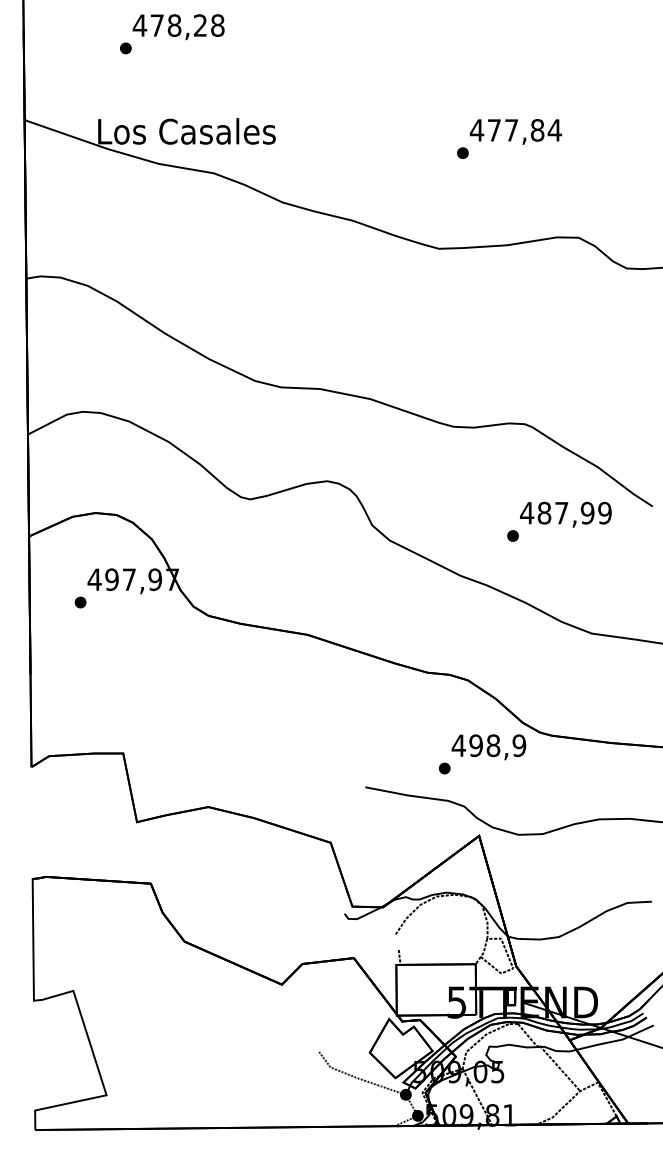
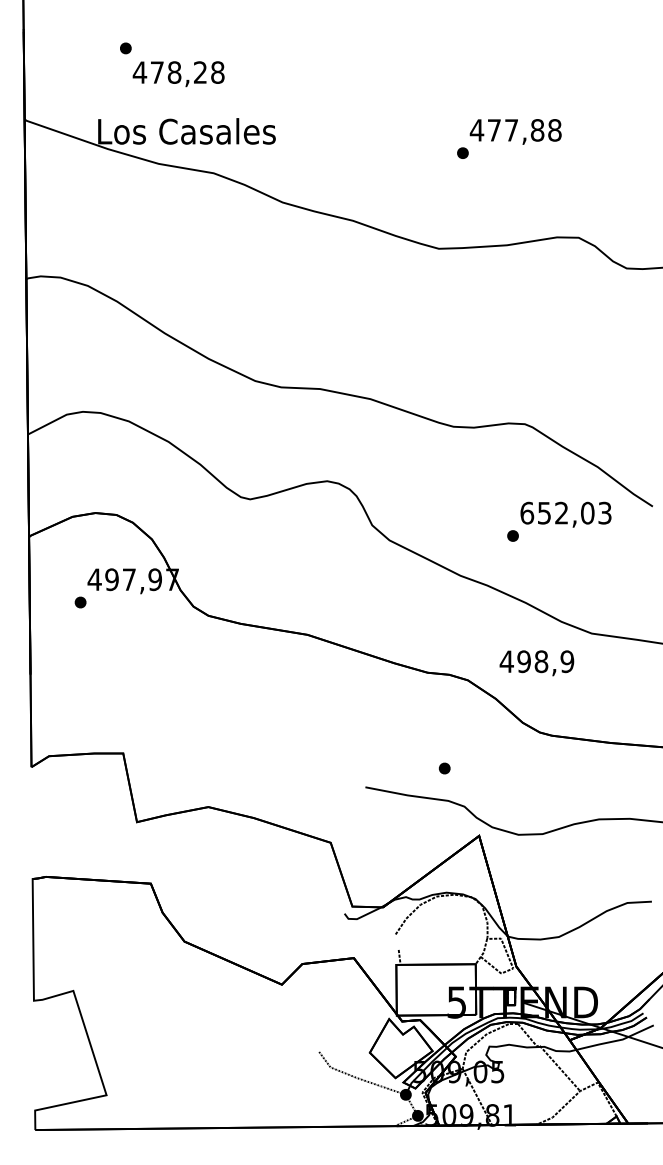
text at (178, 27) position: (178, 27) -> (178, 74)
text at (554, 130): 477,84 -> 477,88
text at (565, 512): 487,99 -> 652,03
text at (488, 747) position: (488, 747) -> (536, 663)
